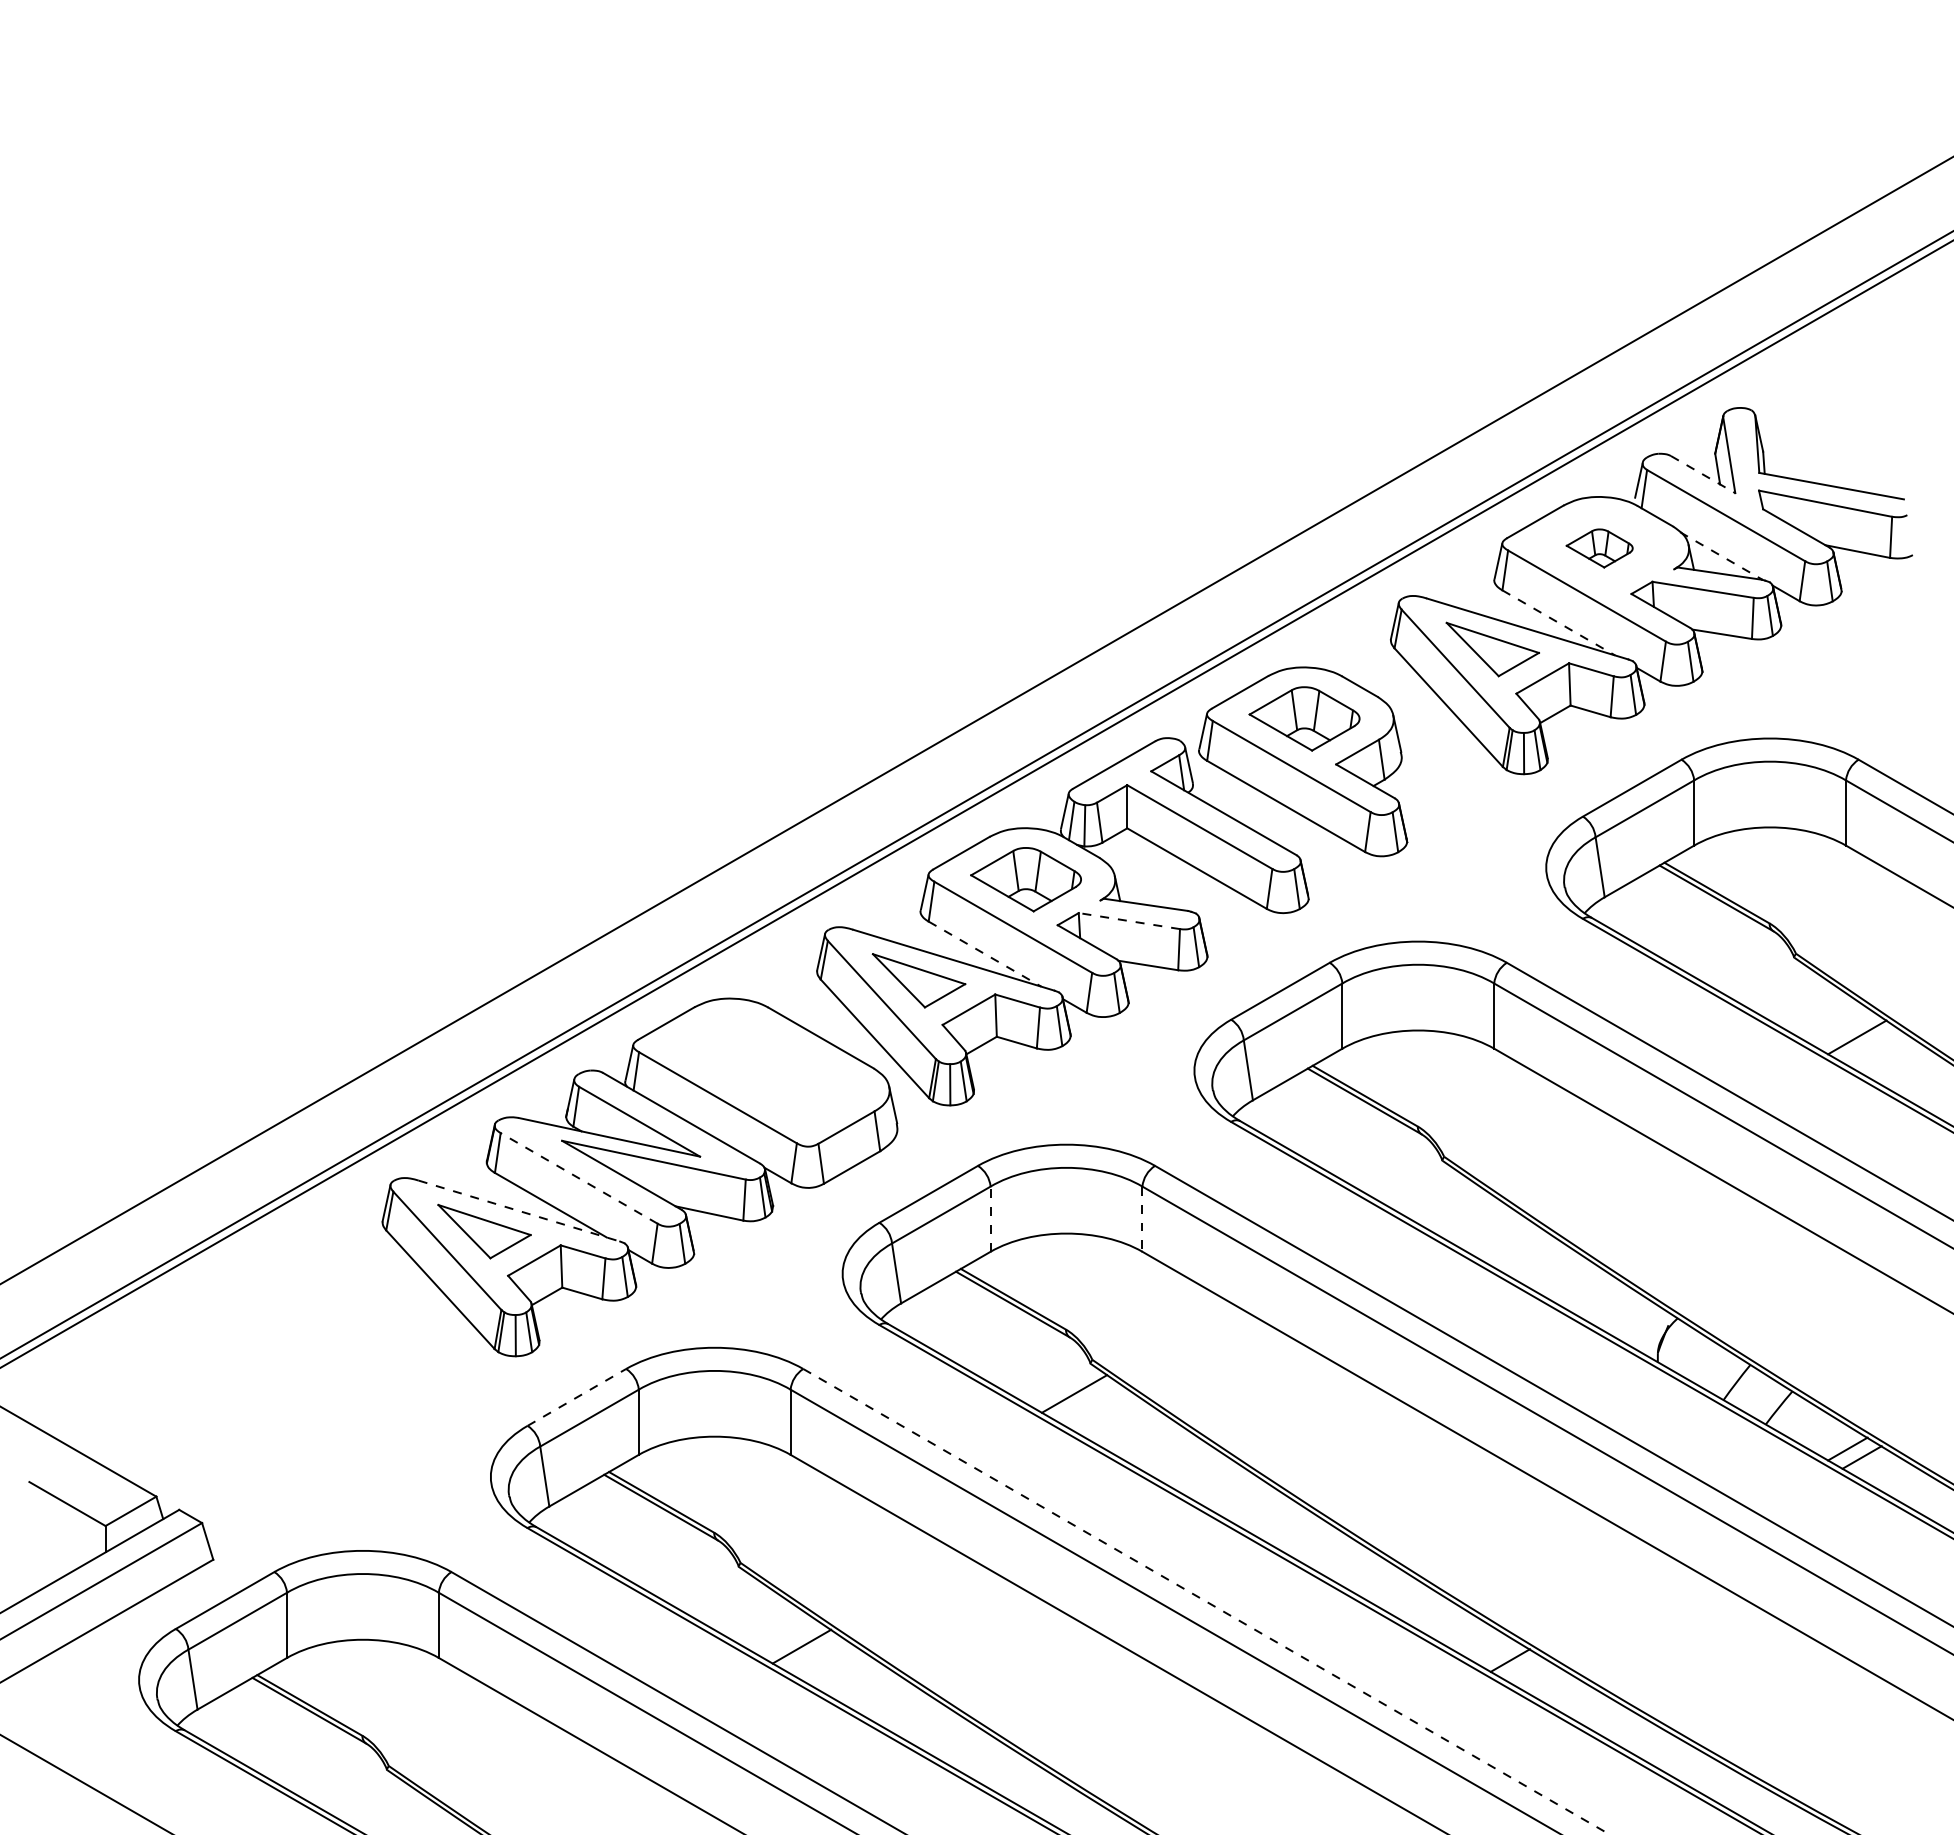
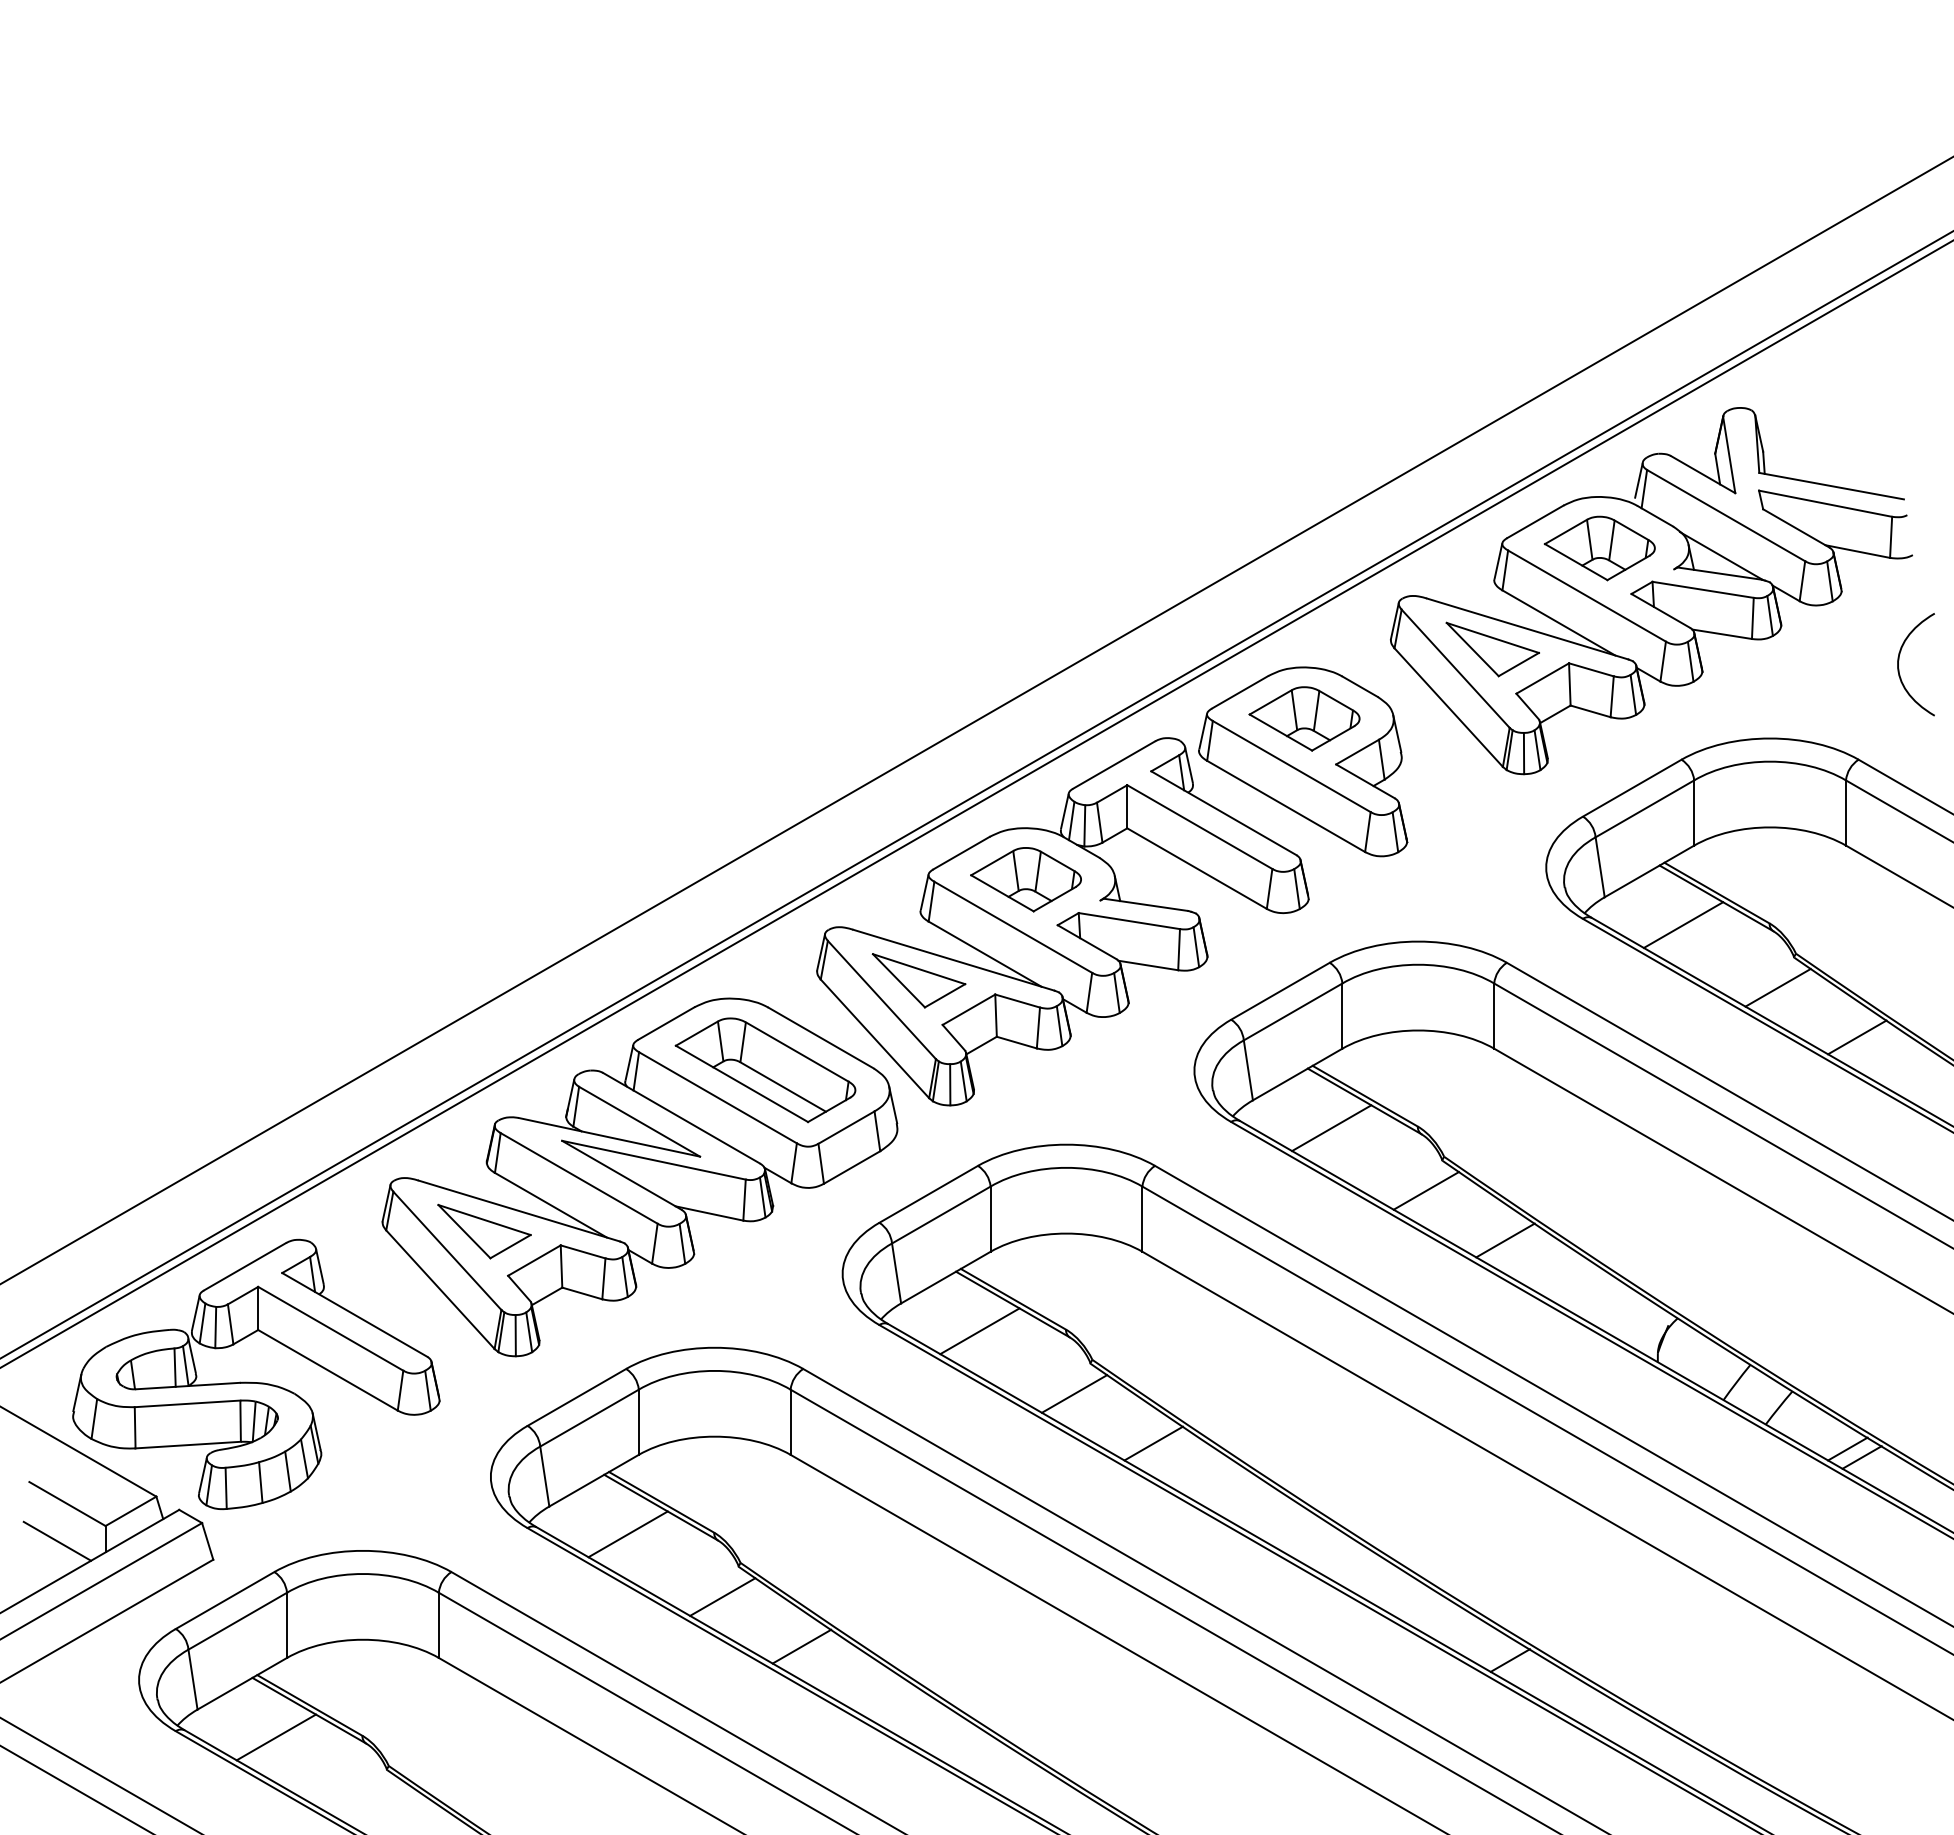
line at (1703, 474): dashed -> solid
part at (1599, 548) size: 69x41 px -> 113x67 px
line at (1721, 556): dashed -> solid
line at (1559, 623): dashed -> solid
curve at (1899, 660): none -> present
line at (1128, 921): dashed -> solid
line at (1683, 924): none -> present
line at (985, 954): dashed -> solid
line at (1777, 987): none -> present
part at (765, 1070): none -> present
line at (1331, 1128): none -> present
line at (579, 1178): dashed -> solid
line at (1425, 1190): none -> present
line at (519, 1211): dashed -> solid
line at (990, 1219): dashed -> solid
line at (1142, 1219): dashed -> solid
line at (1505, 1240): none -> present
line at (979, 1331): none -> present
part at (256, 1382): none -> present
line at (576, 1397): dashed -> solid
line at (1153, 1443): none -> present
line at (627, 1534): none -> present
line at (57, 1540): none -> present
line at (722, 1596): none -> present
line at (1206, 1601): dashed -> solid
line at (275, 1737): none -> present
line at (85, 1783) position: (85, 1783) -> (100, 1774)
line at (75, 1789): none -> present
